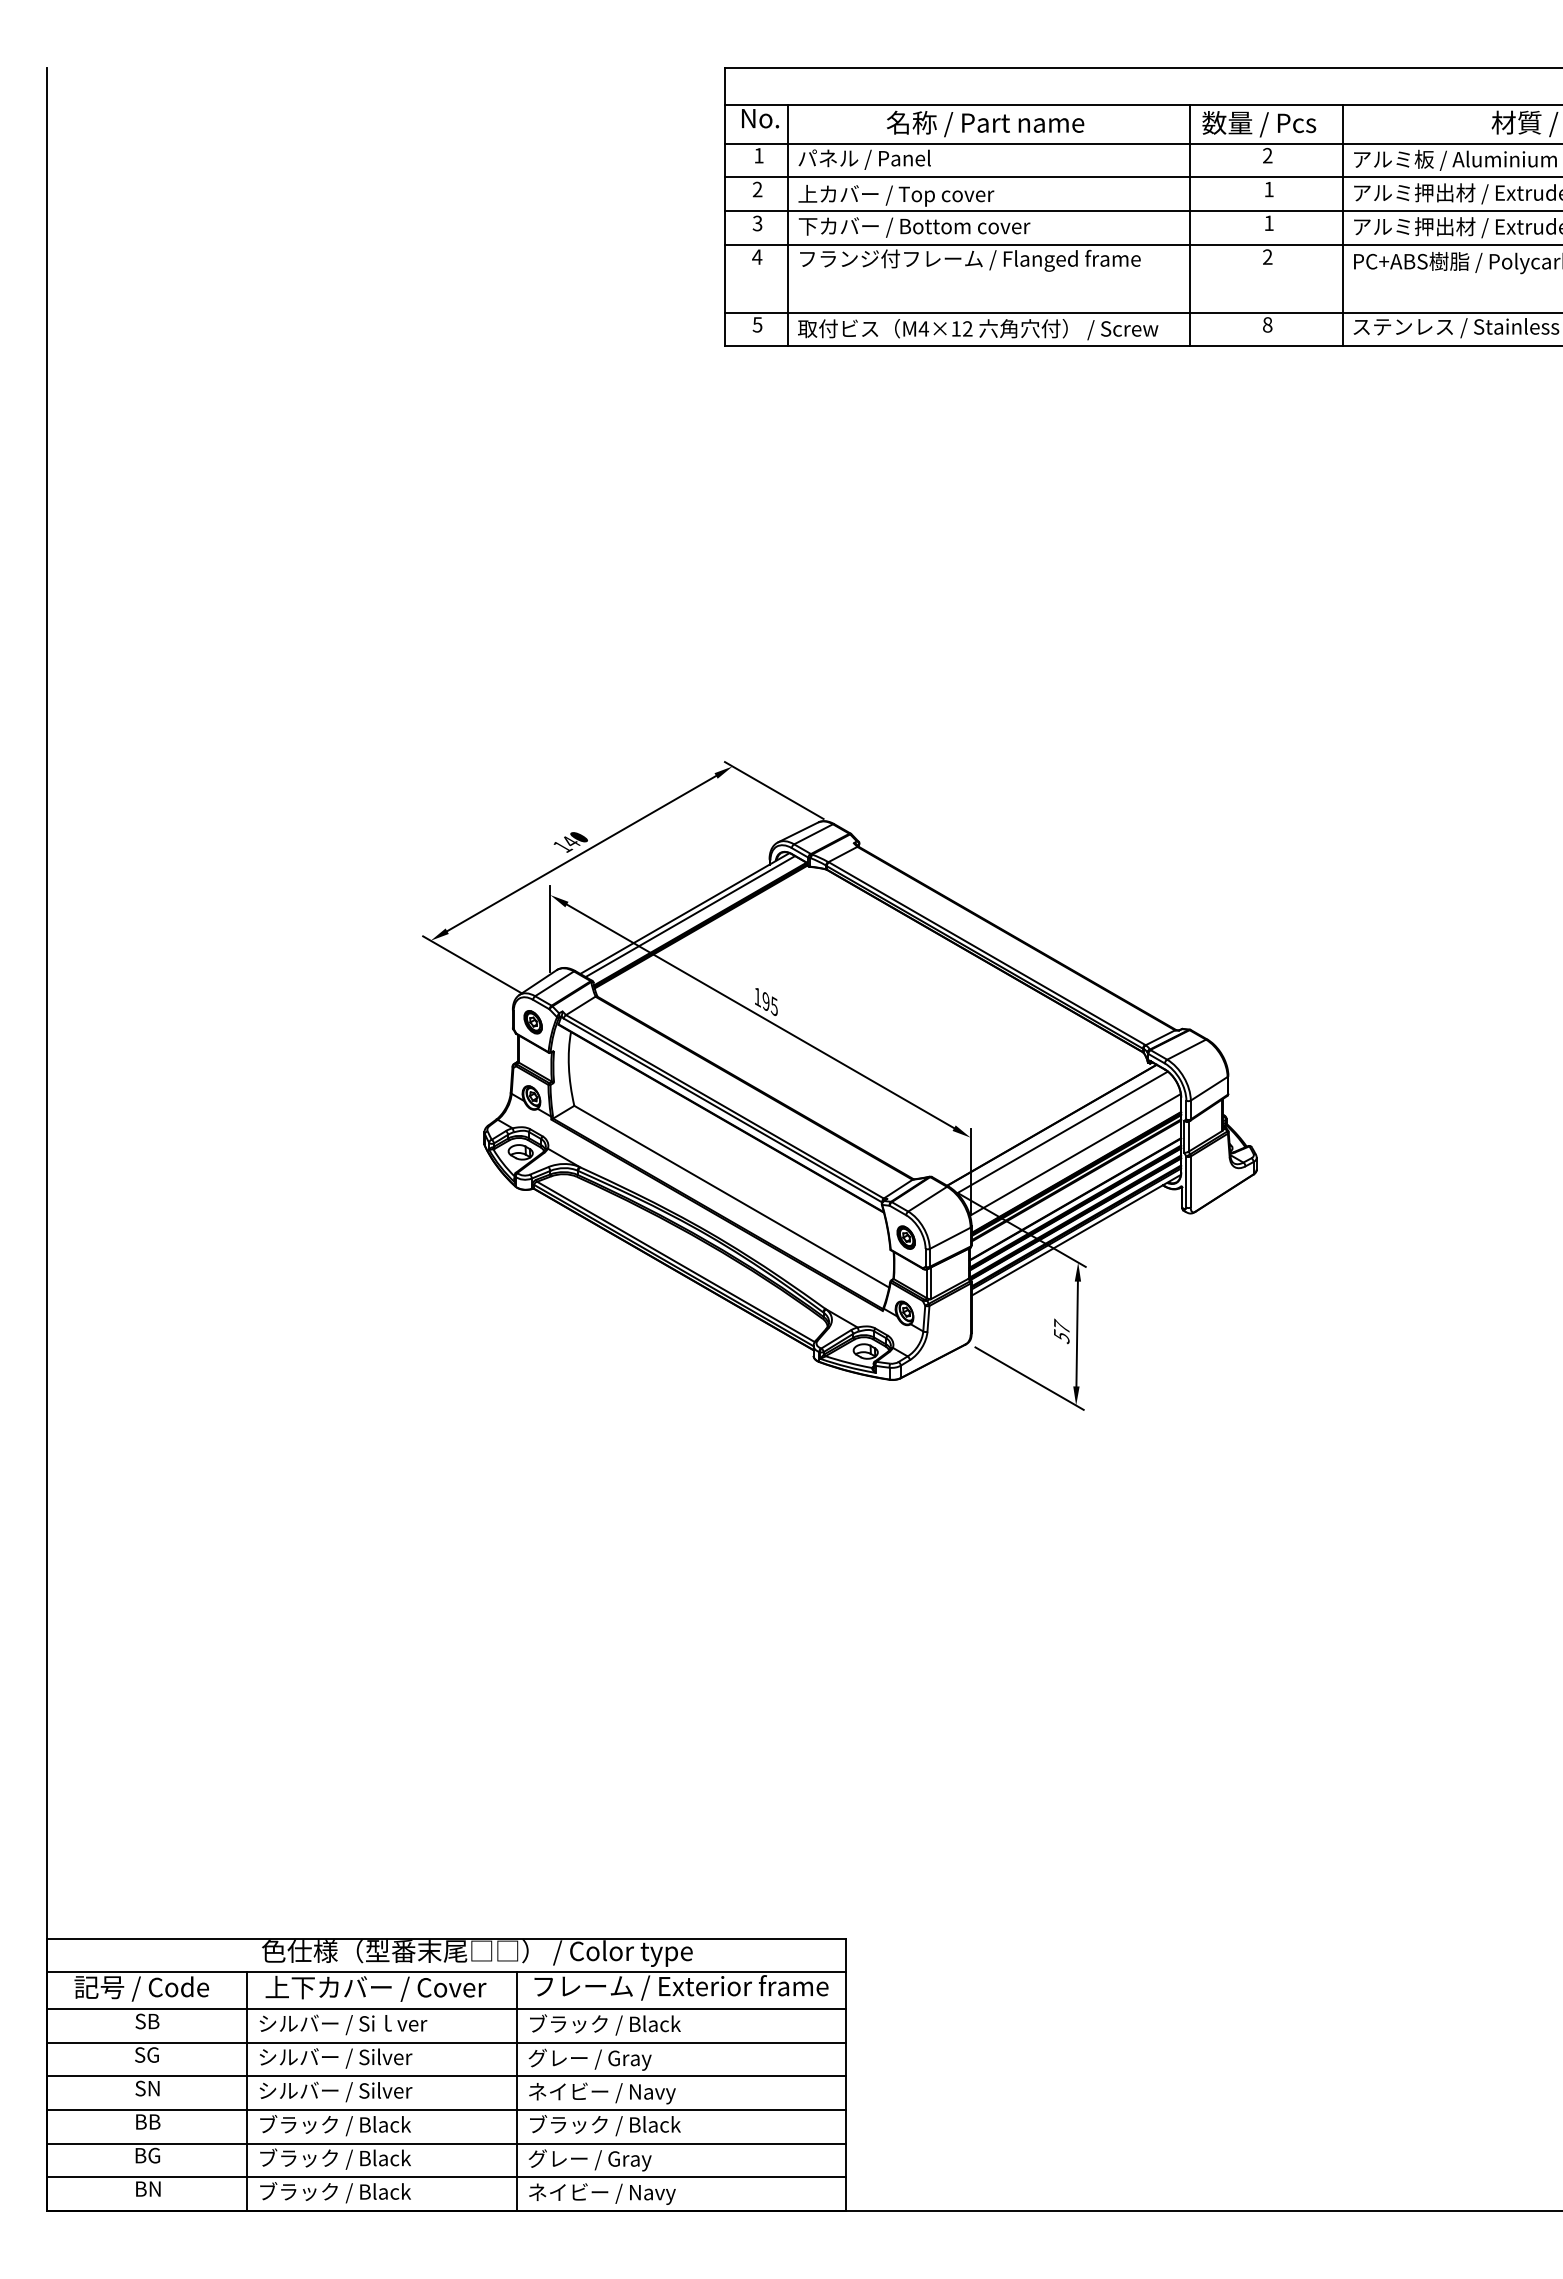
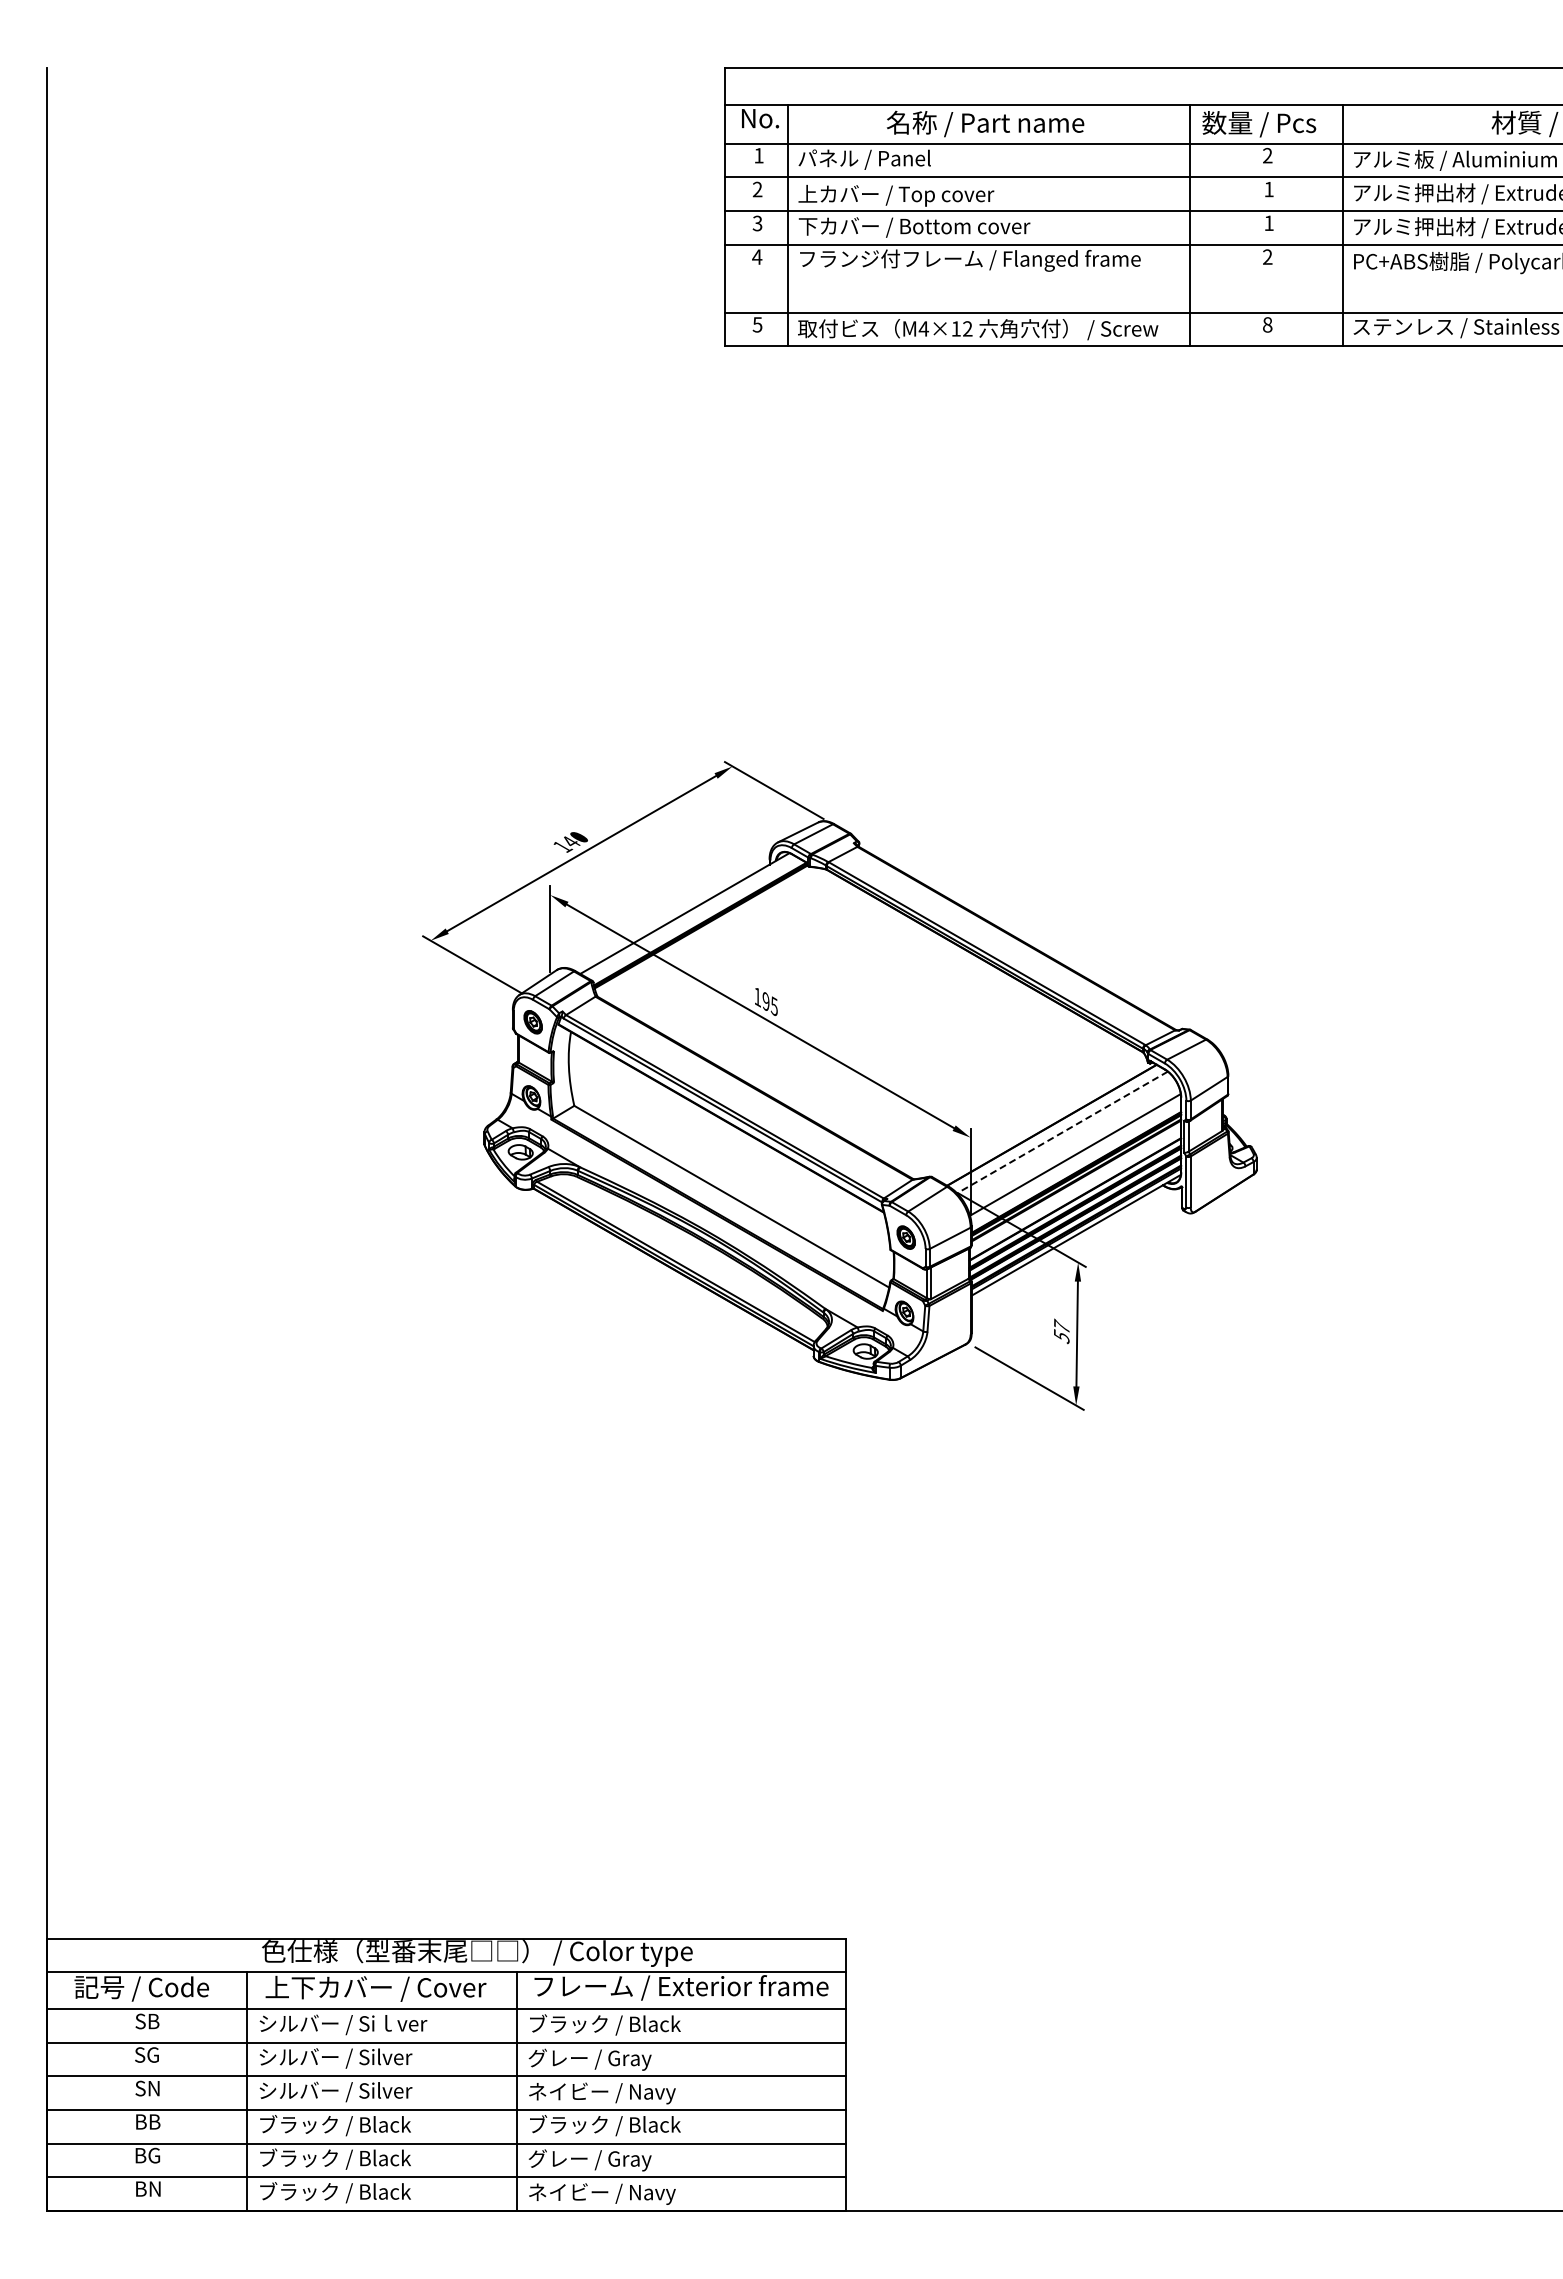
line at (690, 916): present -> none
line at (1062, 1132): solid -> dashed
